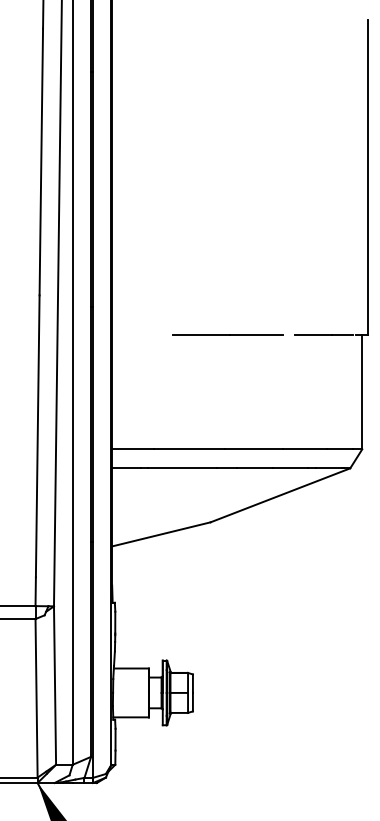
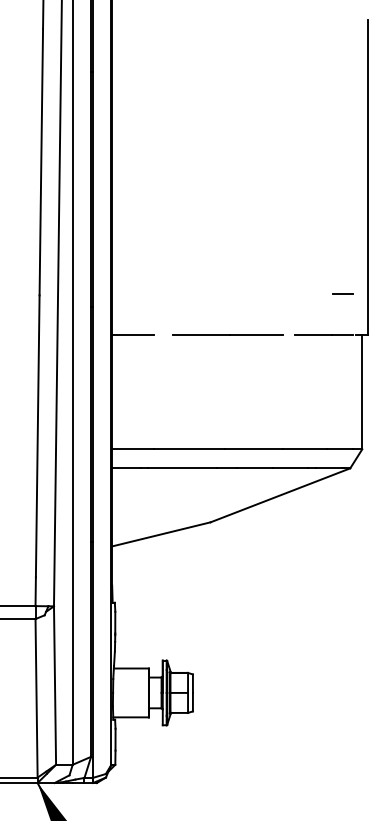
line at (342, 293): none -> present
line at (133, 335): none -> present
